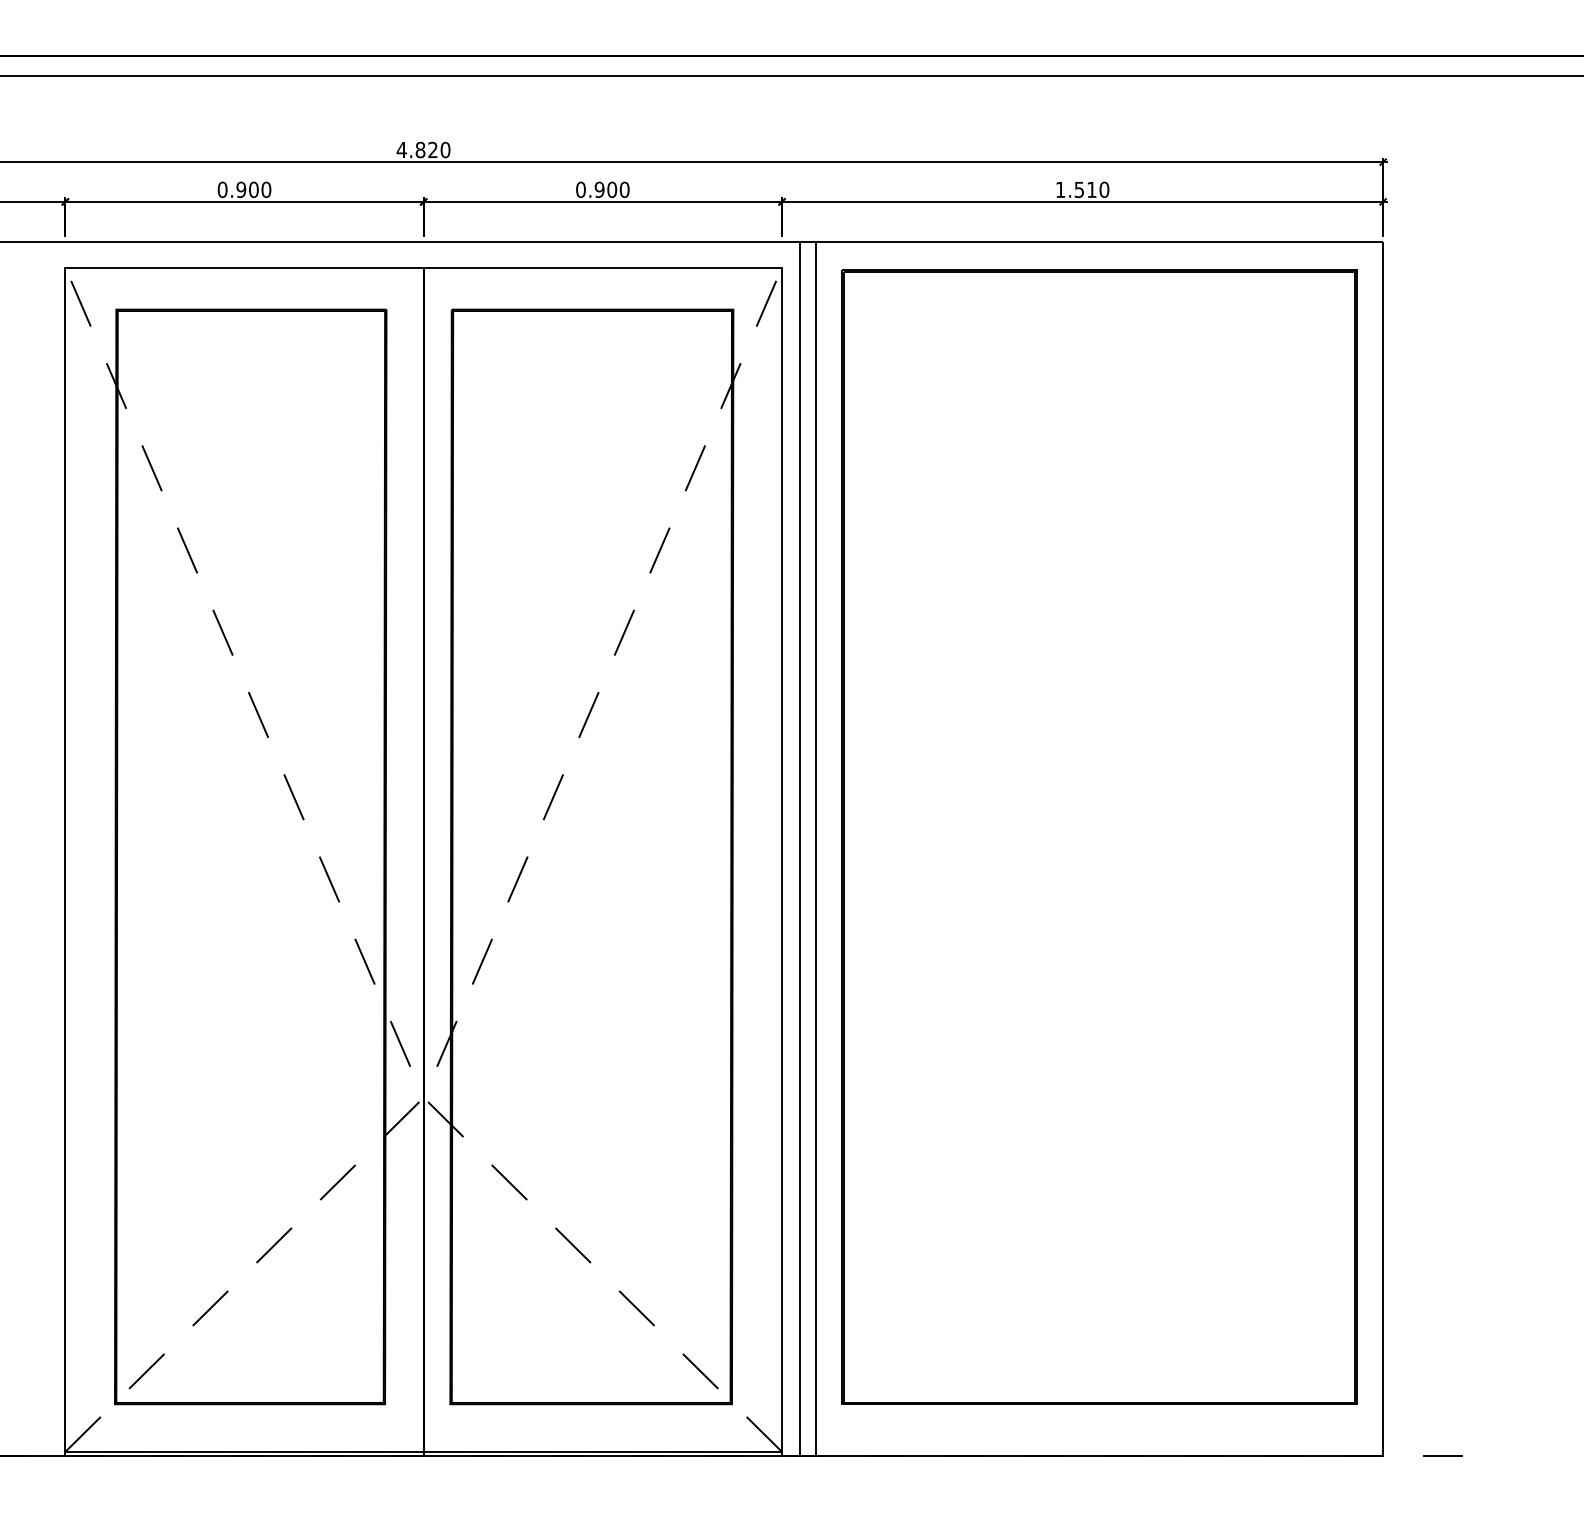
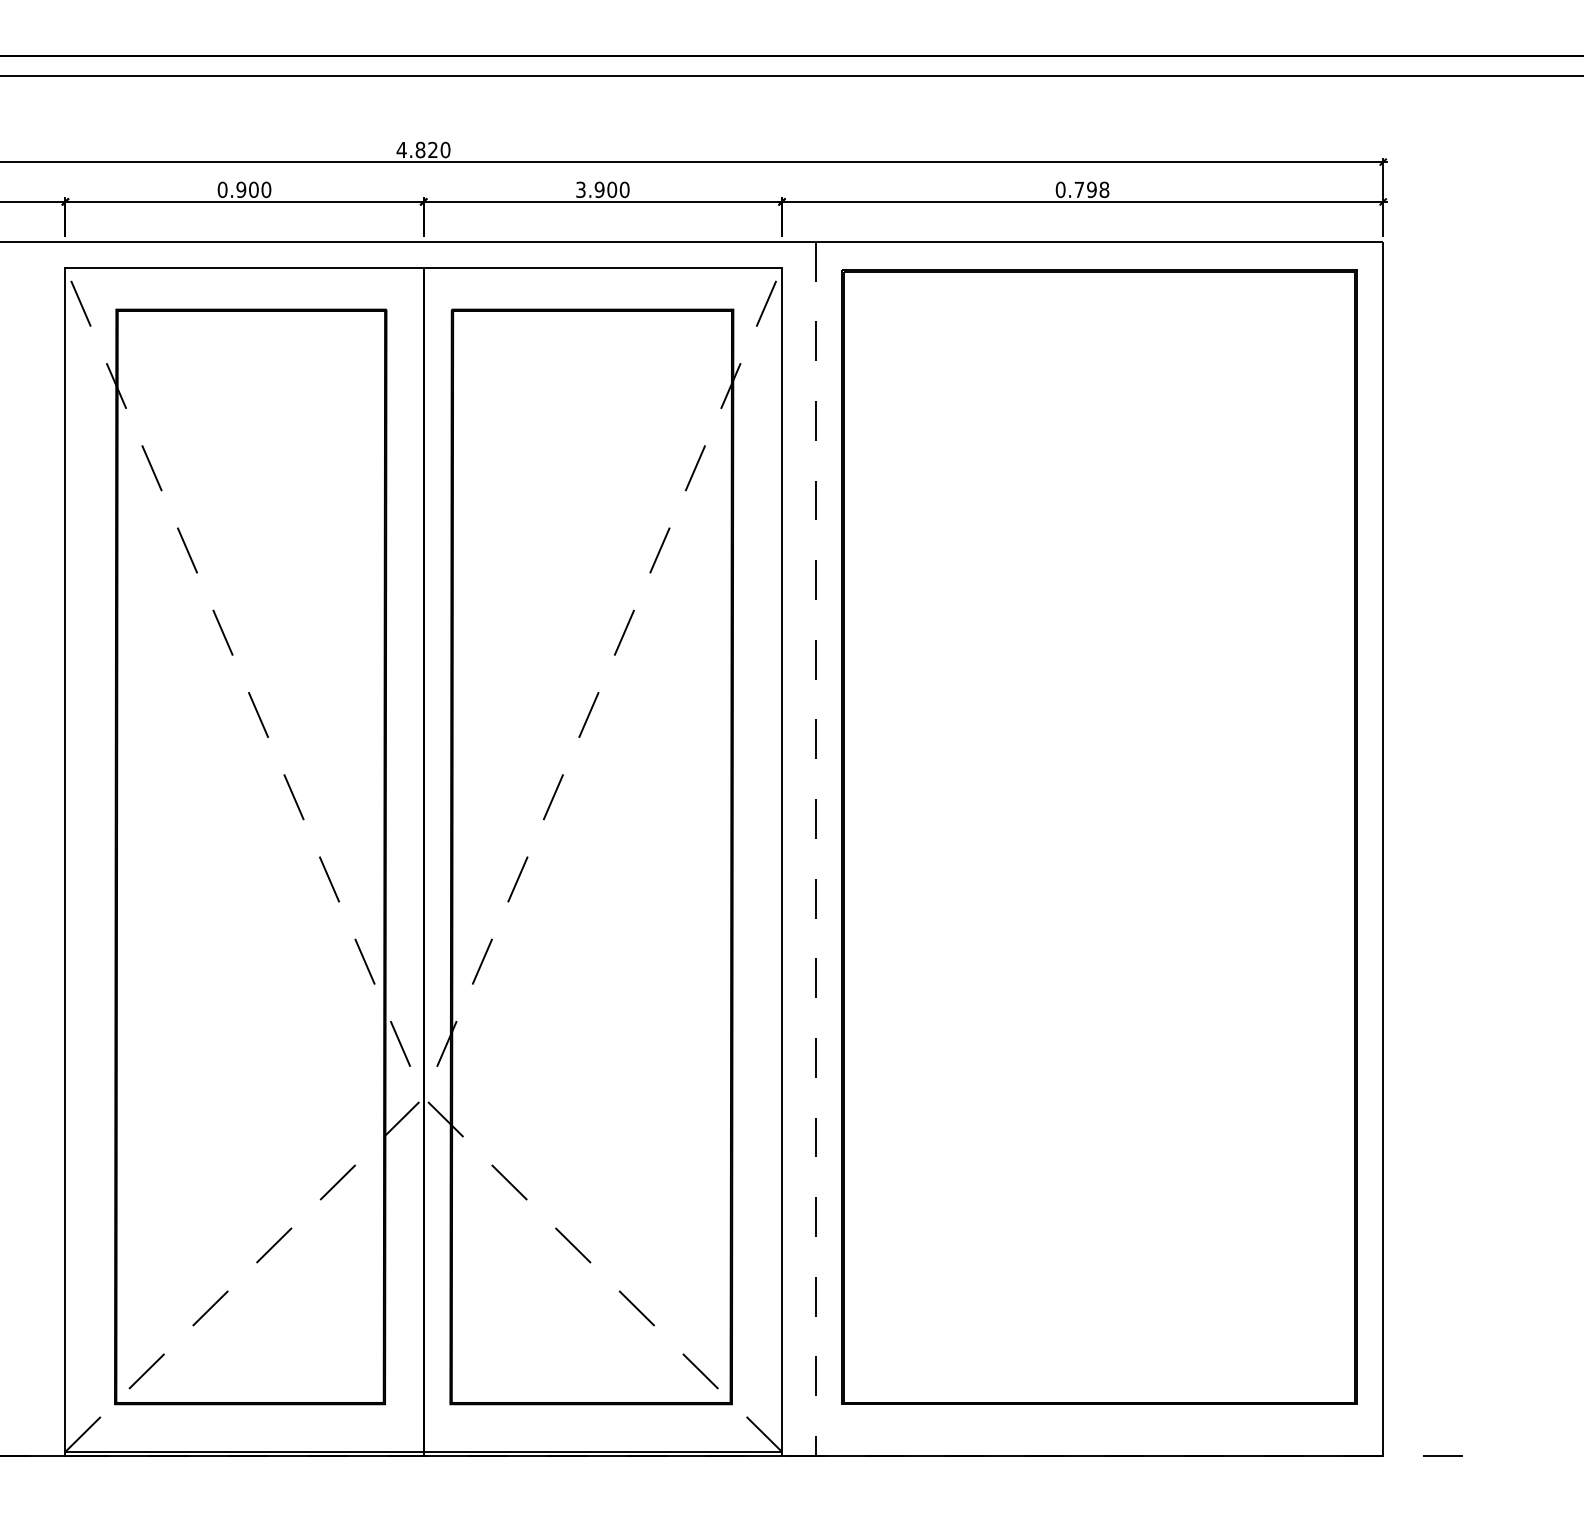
text at (580, 189): 0.900 -> 3.900
text at (1082, 189): 1.510 -> 0.798
line at (799, 848): present -> none
line at (815, 849): solid -> dashed
